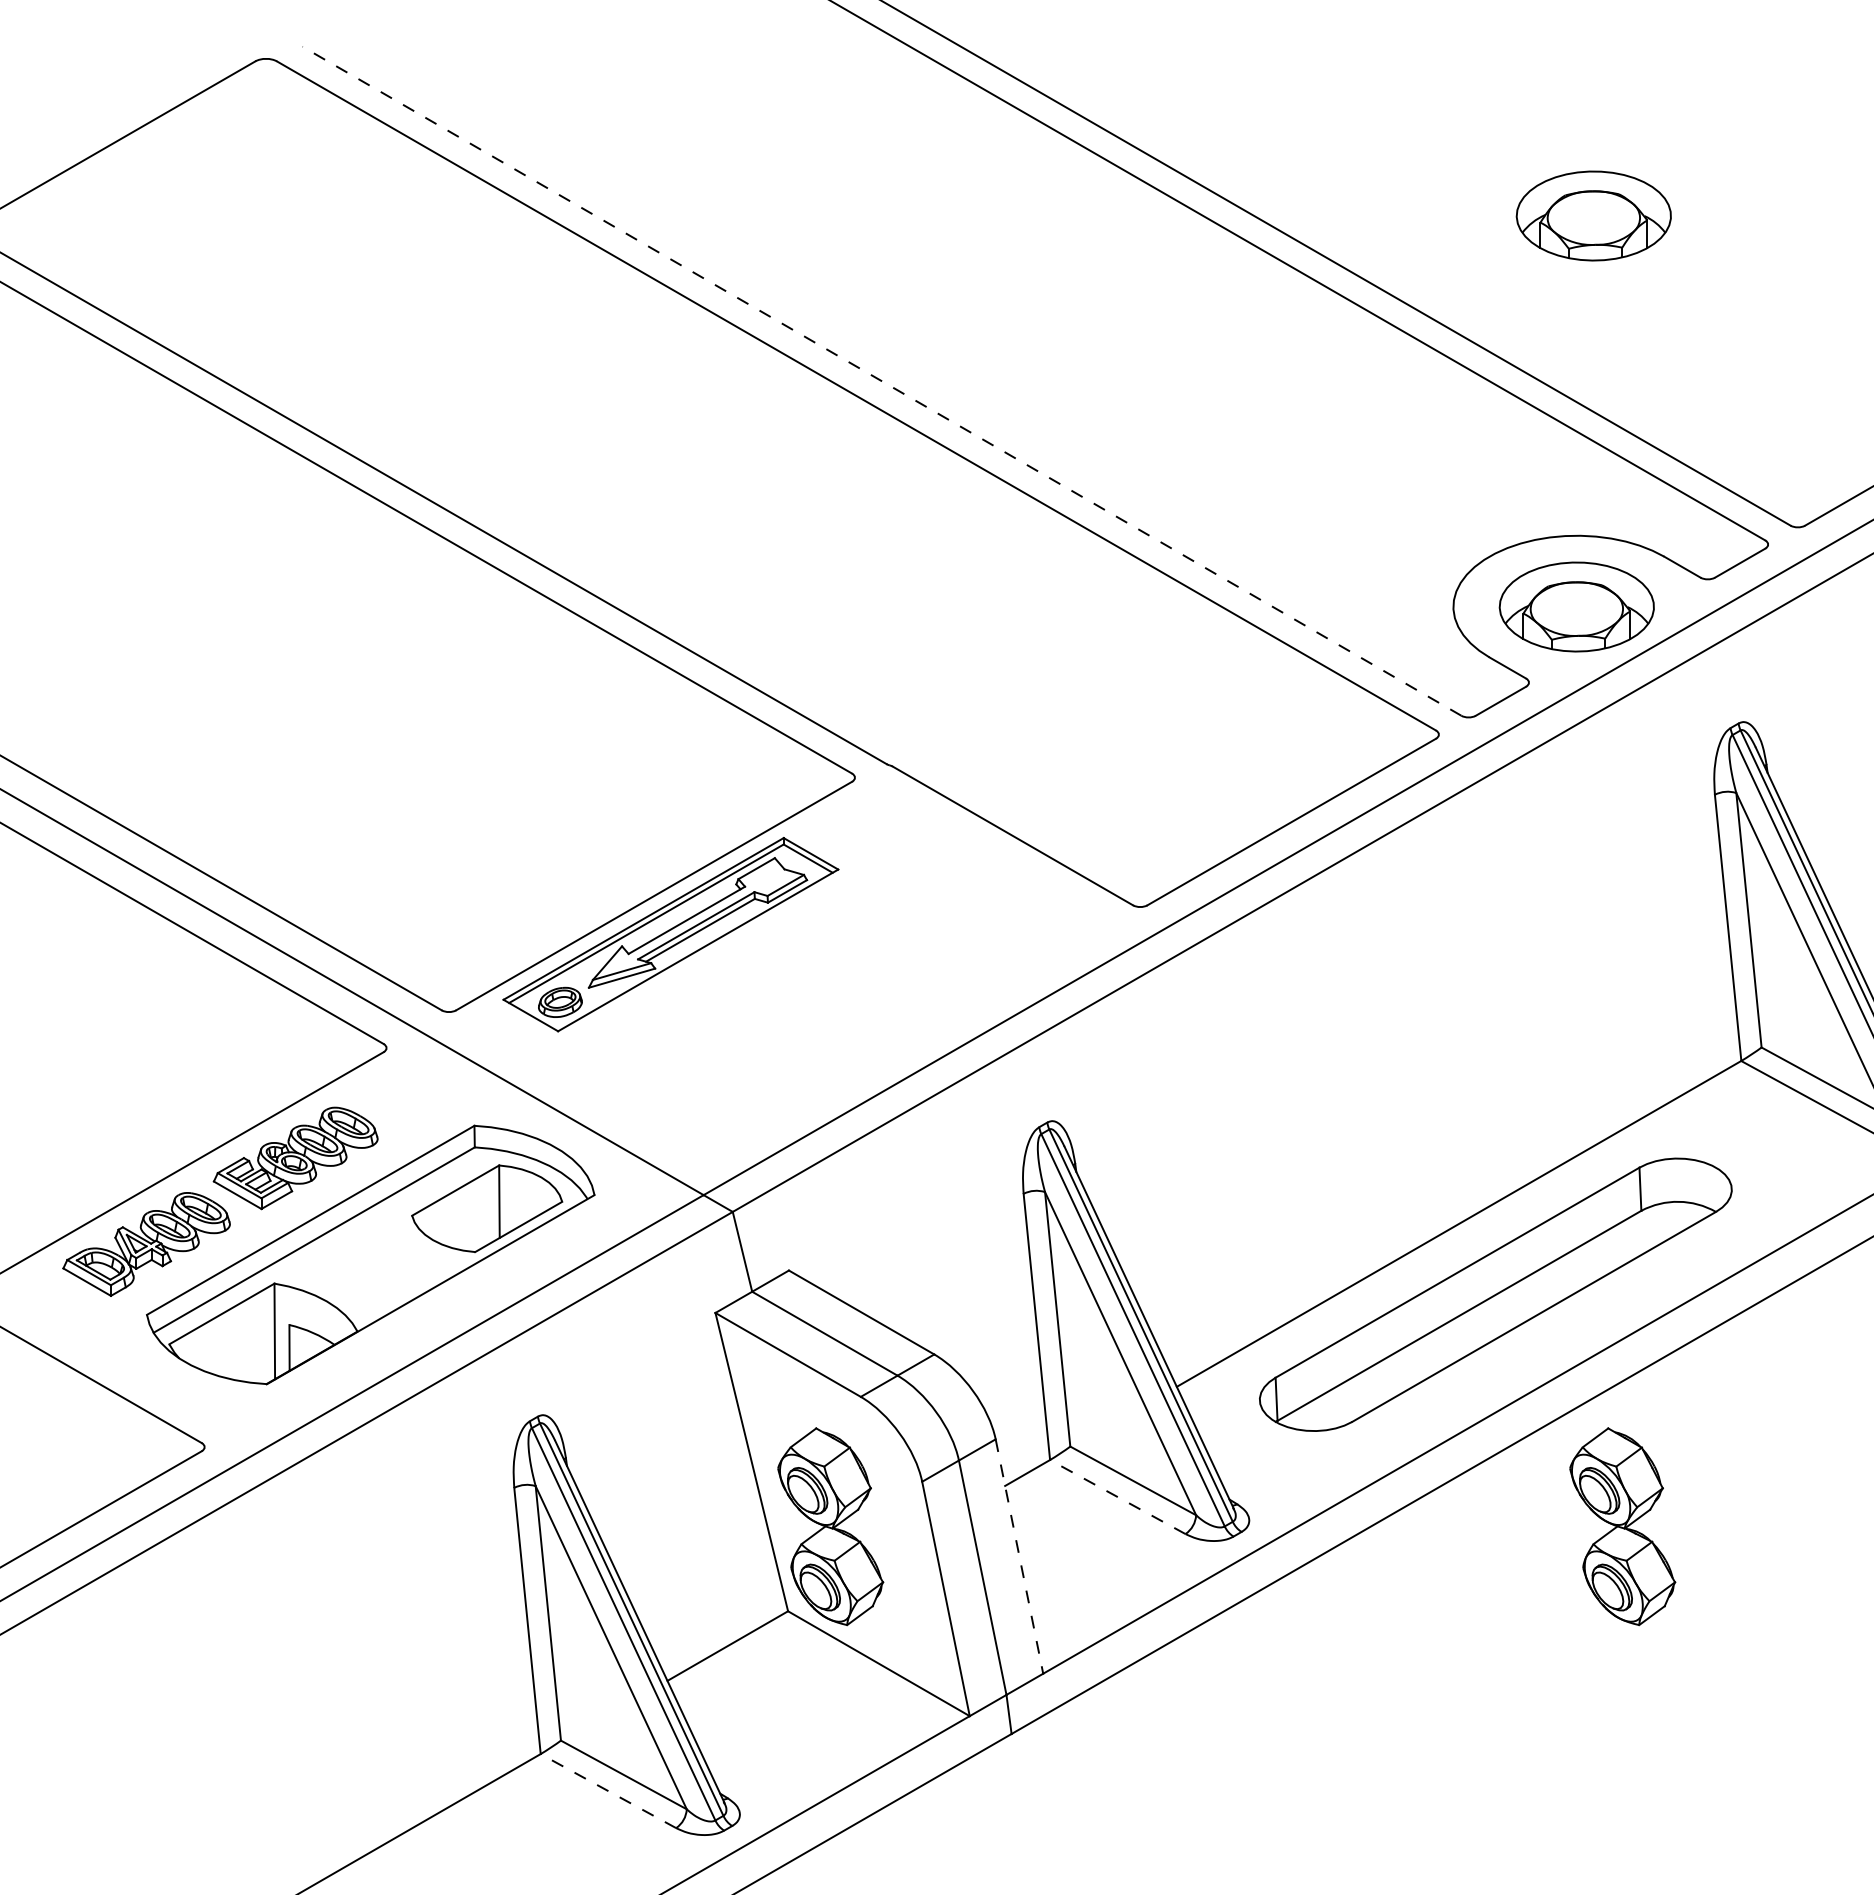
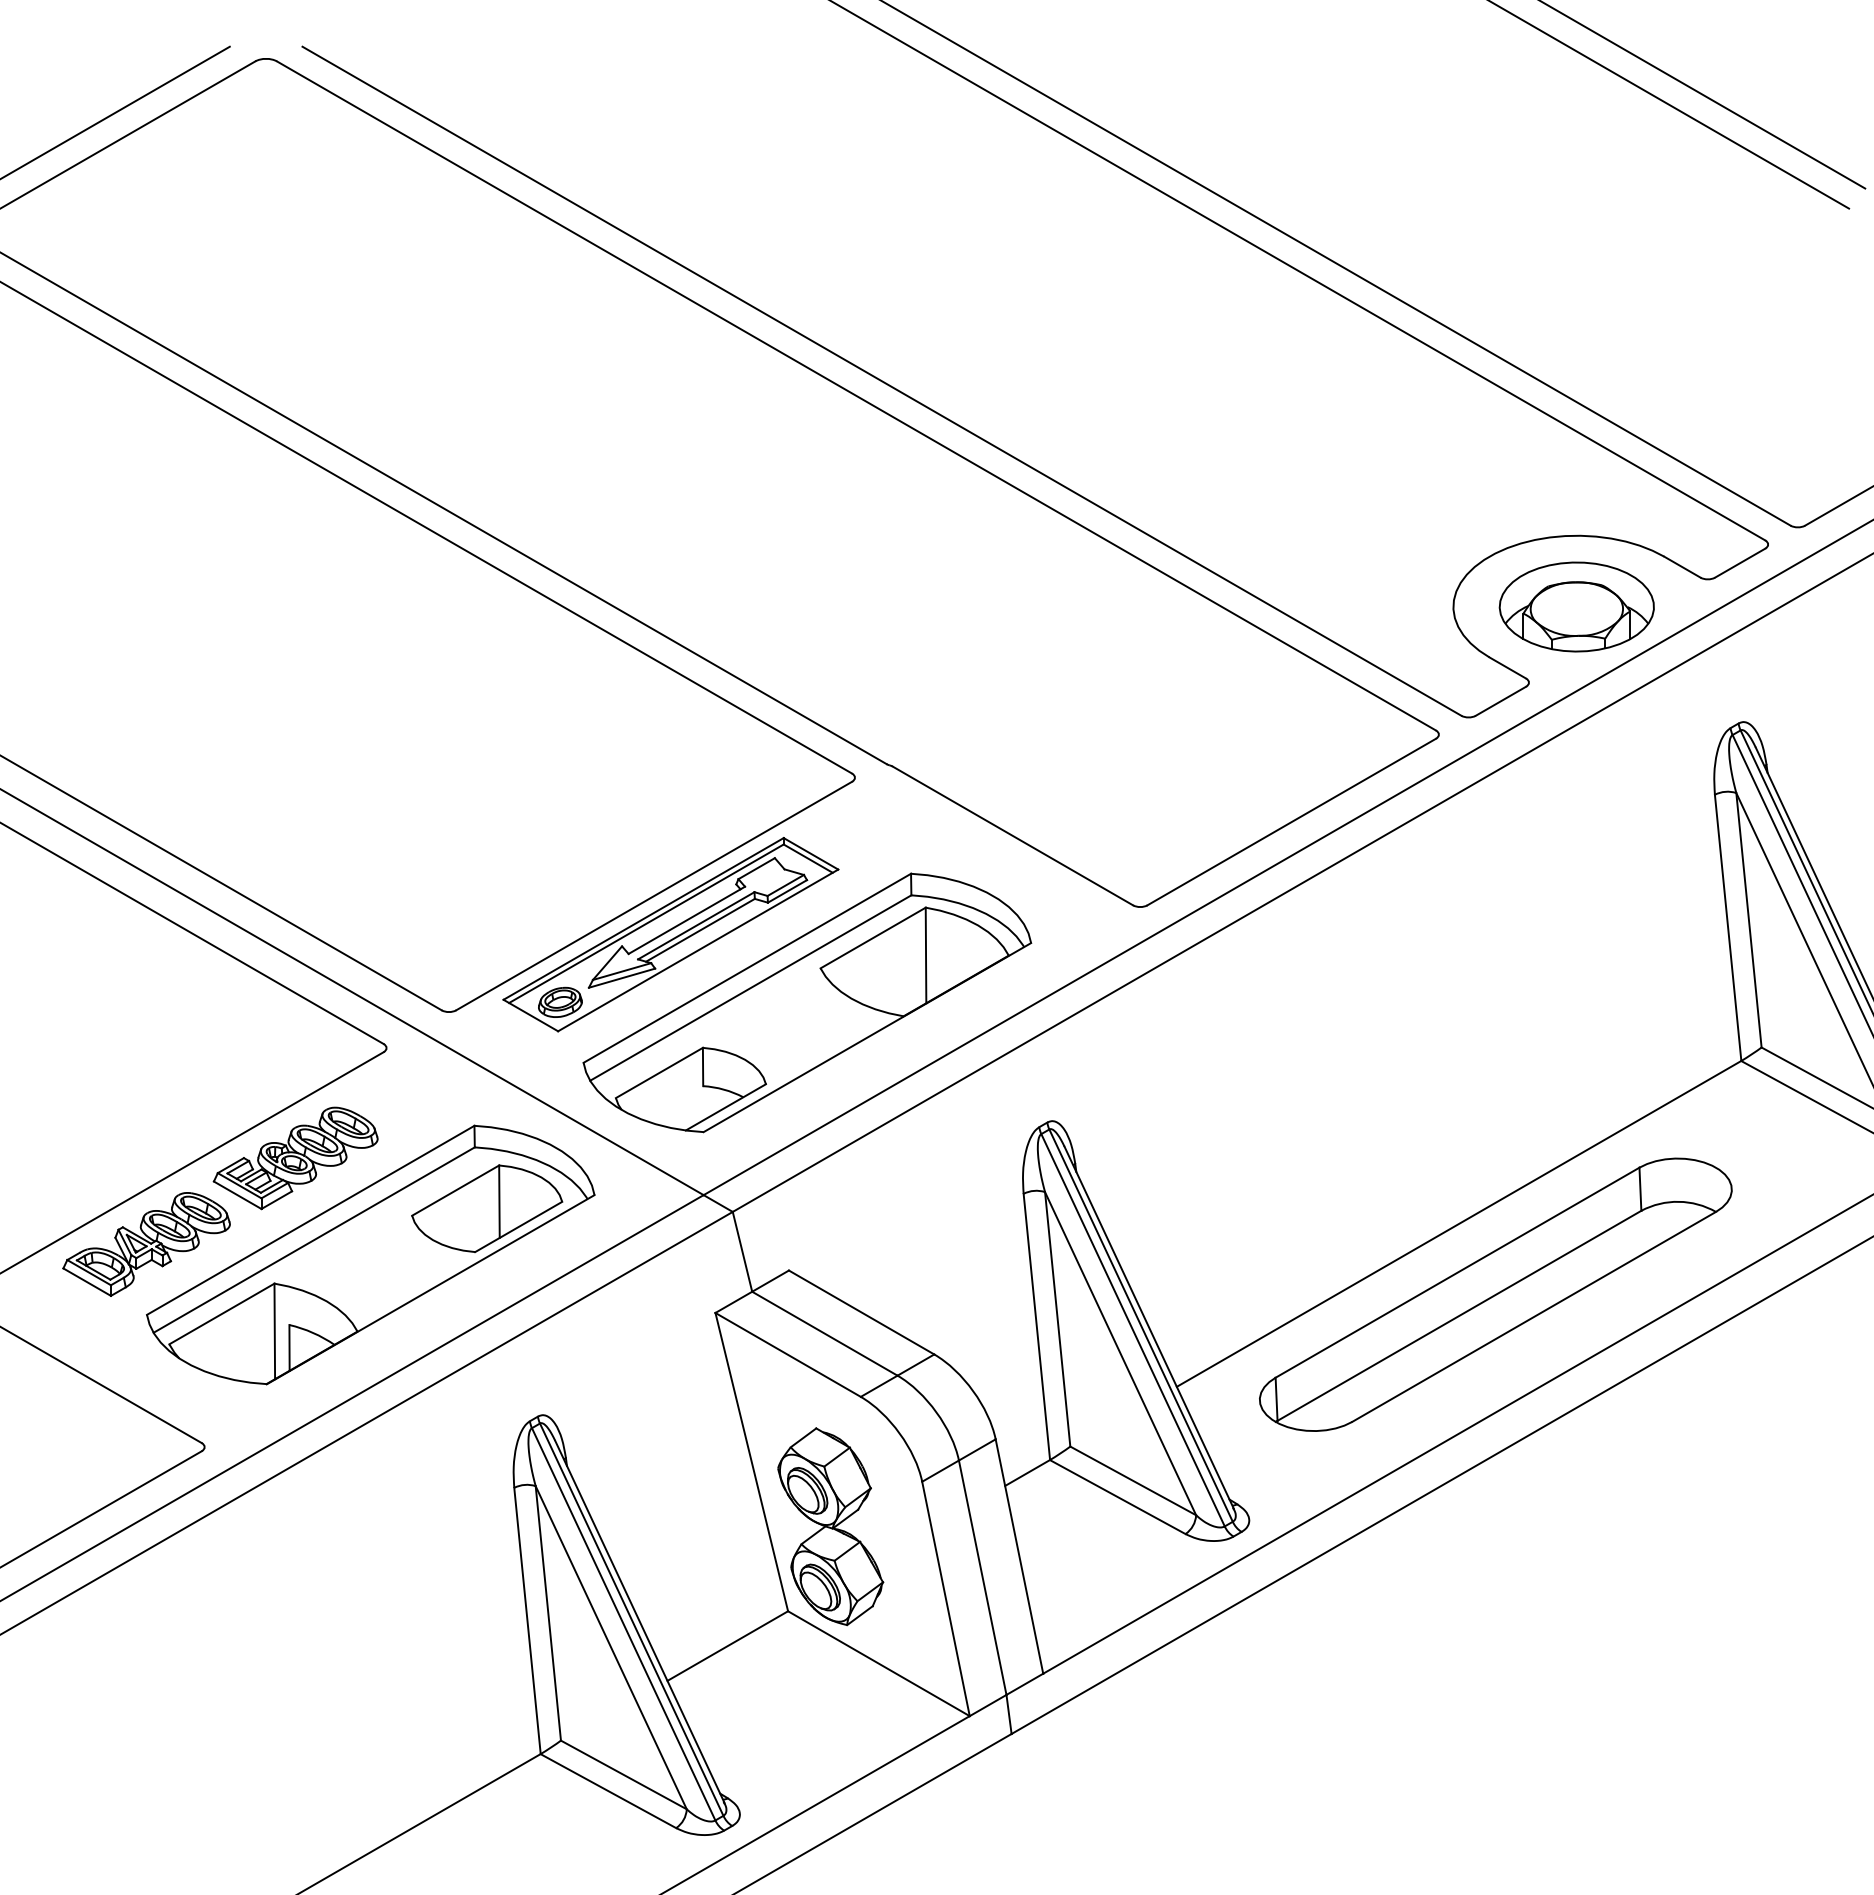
line at (1703, 95): none -> present
line at (1670, 105): none -> present
line at (115, 112): none -> present
part at (1593, 215): present -> none
line at (881, 380): dashed -> solid
part at (807, 1002): none -> present
line at (1117, 1496): dashed -> solid
part at (1622, 1526): present -> none
line at (1019, 1556): dashed -> solid
line at (607, 1790): dashed -> solid
